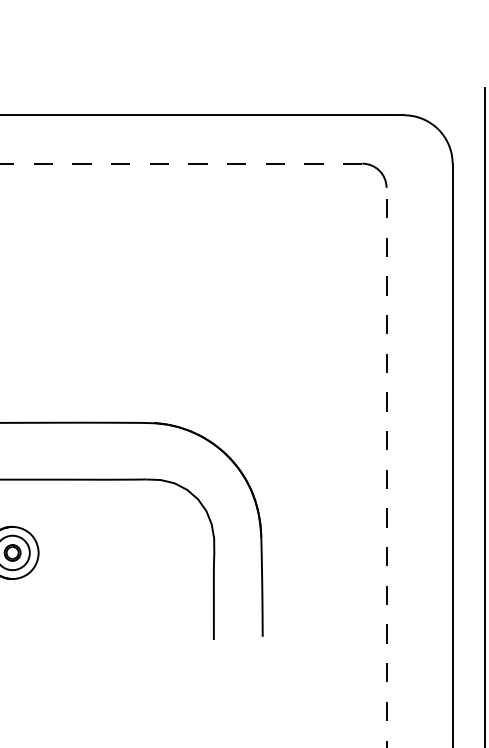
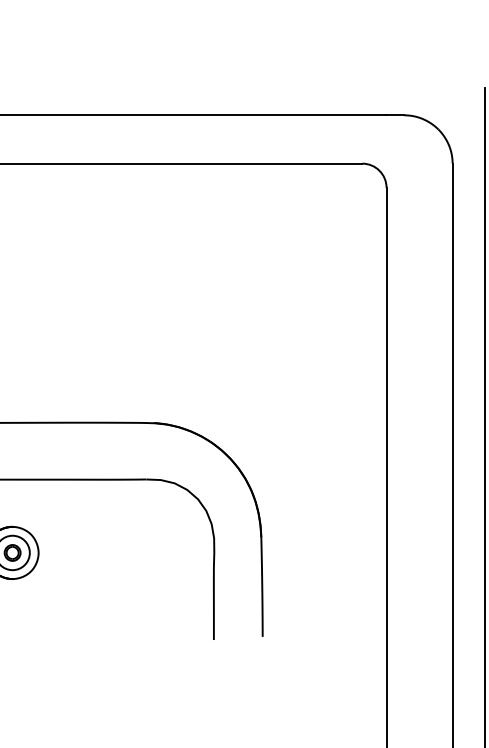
line at (181, 163): dashed -> solid
line at (386, 467): dashed -> solid
